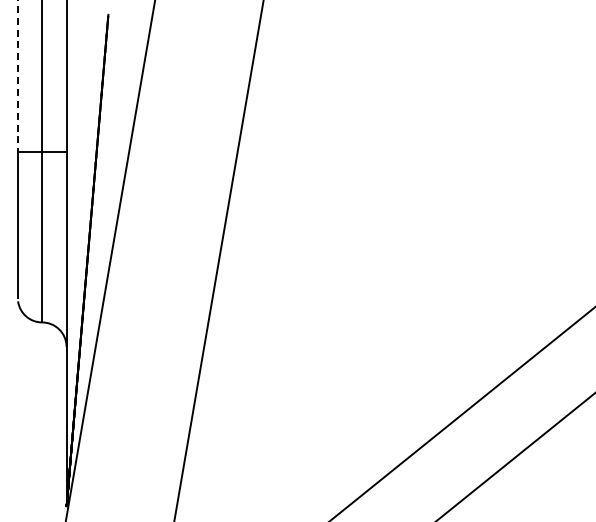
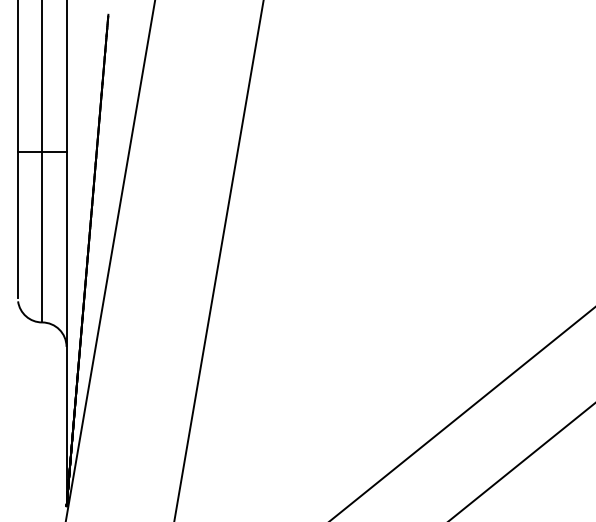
line at (17, 76): dashed -> solid
line at (515, 456) position: (515, 456) -> (521, 461)
